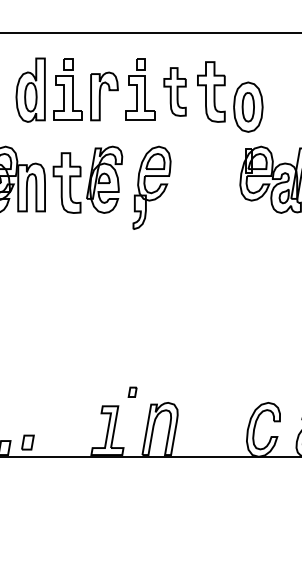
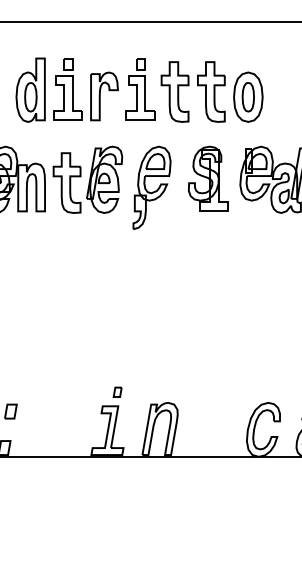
line at (150, 33) position: (150, 33) -> (150, 22)
part at (174, 91) size: 24x50 px -> 30x62 px
part at (248, 106) position: (248, 106) -> (248, 96)
part at (207, 178): none -> present
part at (132, 391) position: (132, 391) -> (117, 391)
part at (27, 442) position: (27, 442) -> (10, 411)
